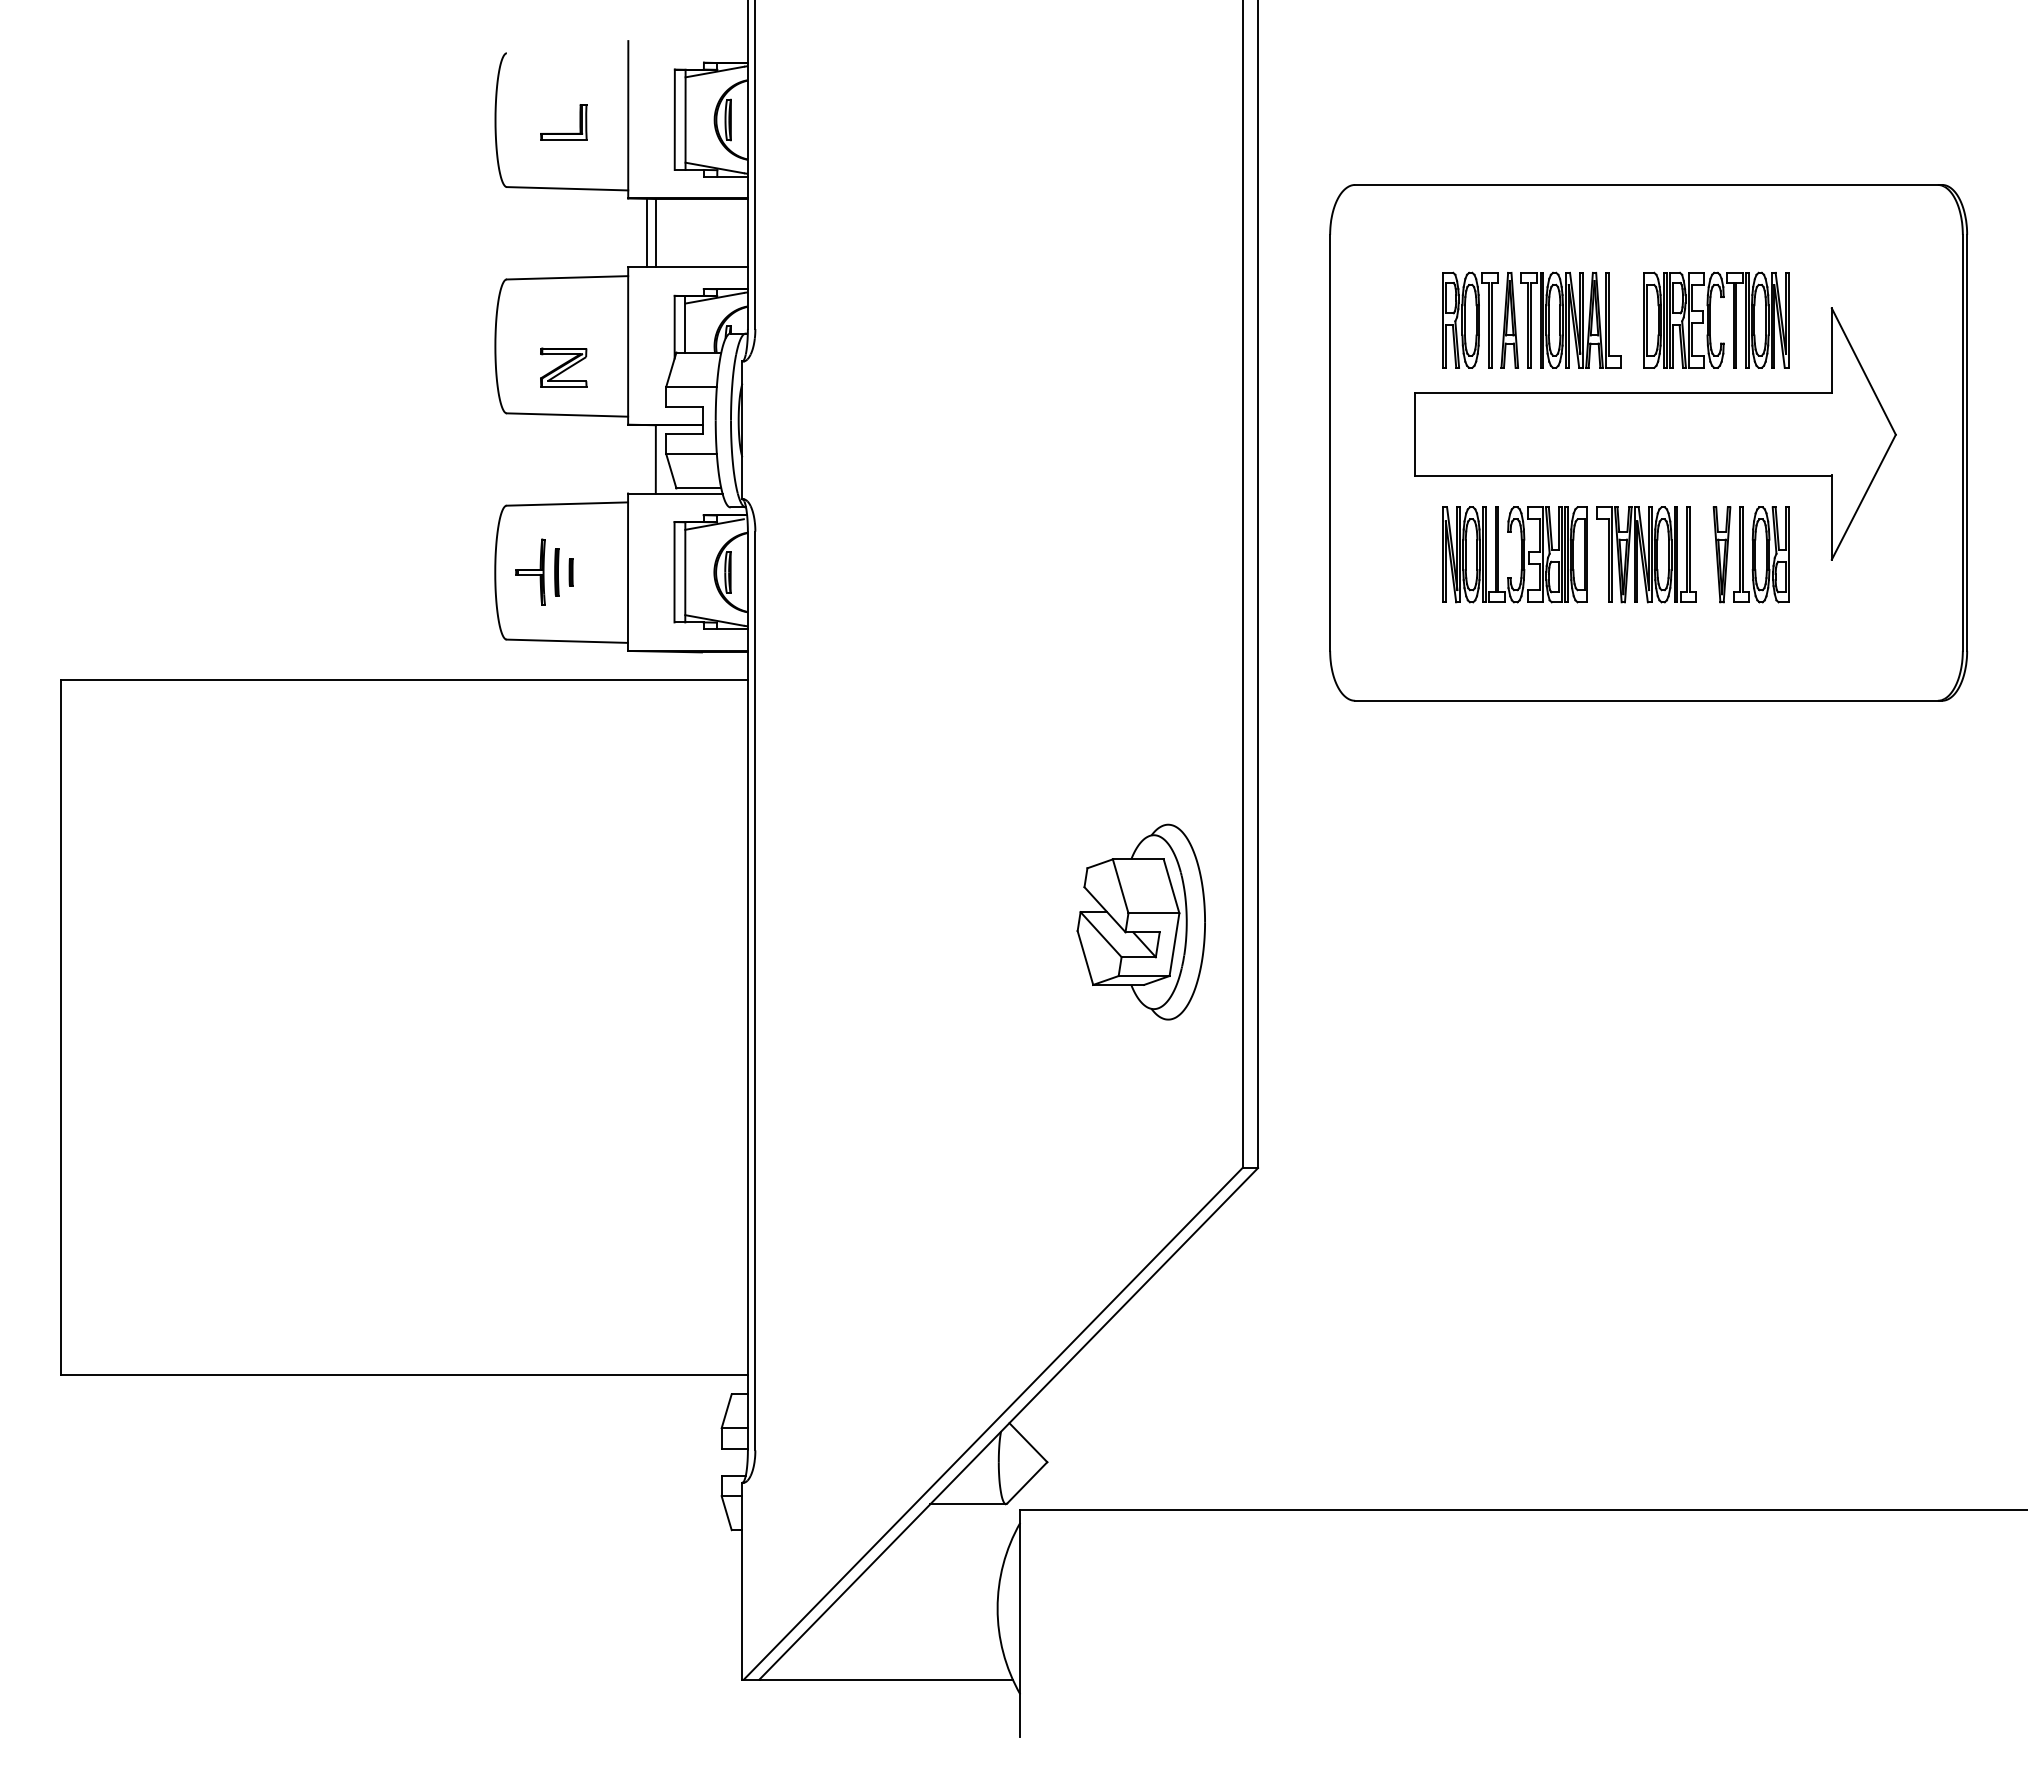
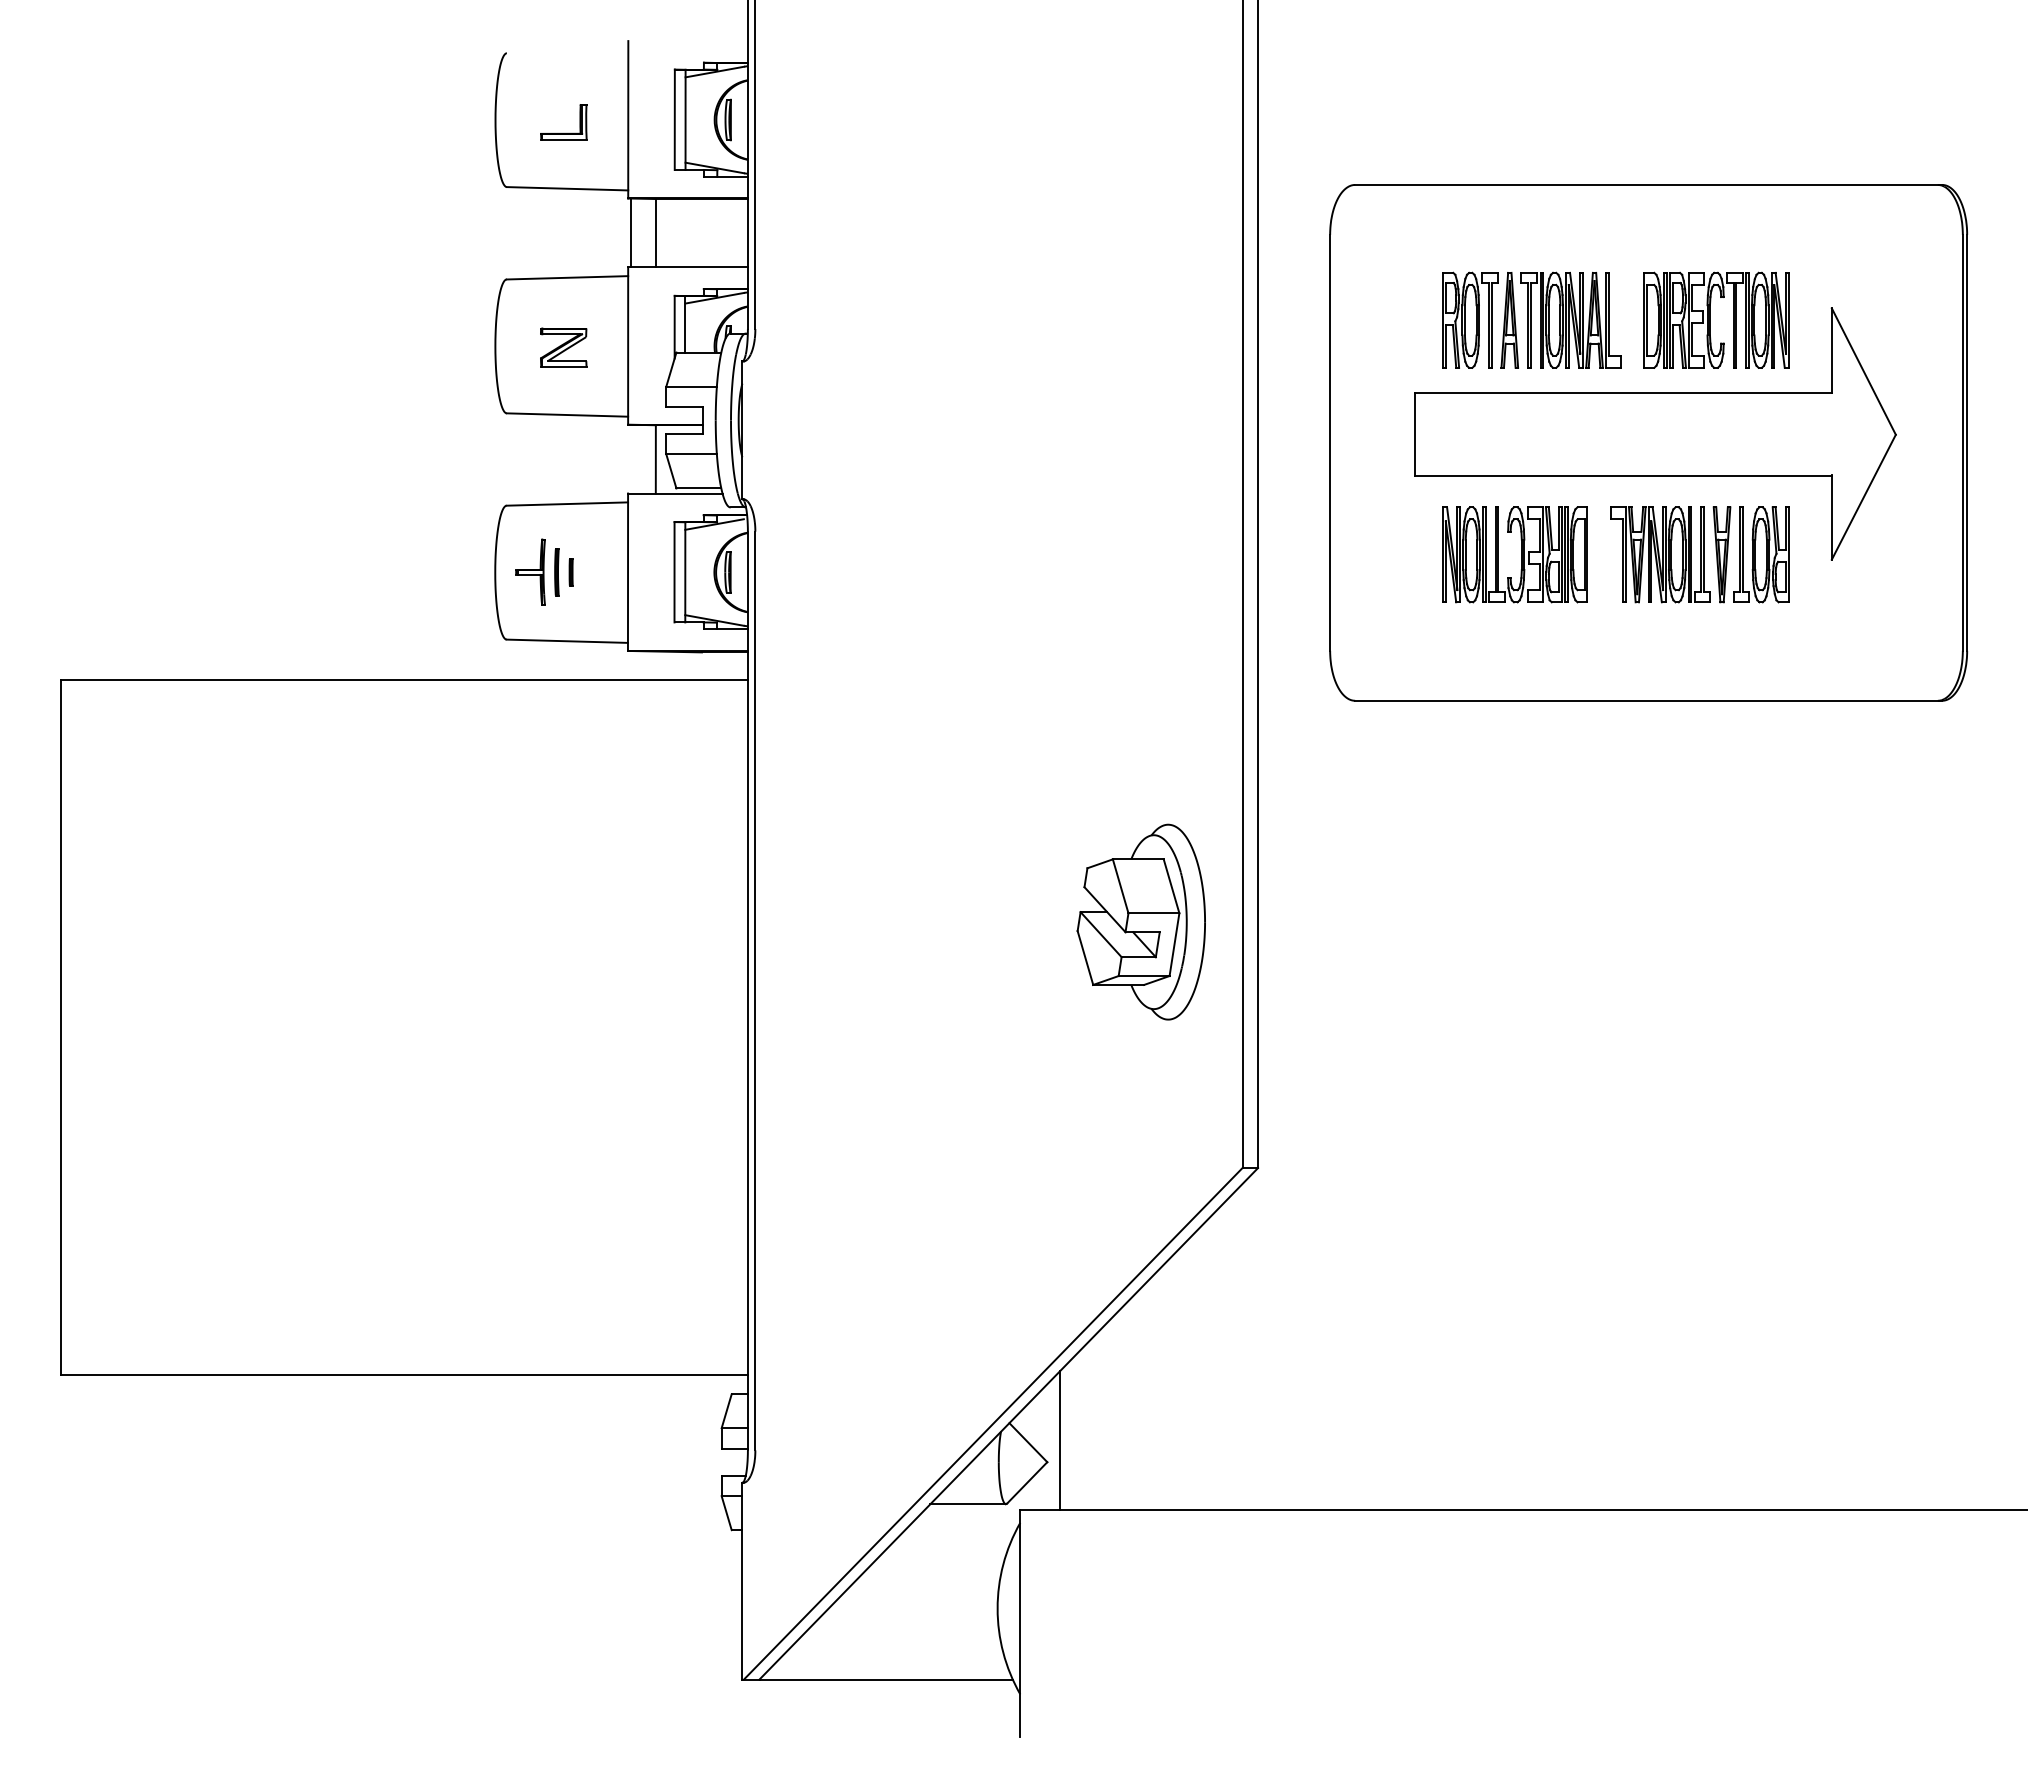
line at (646, 232) position: (646, 232) -> (630, 232)
part at (563, 367) position: (563, 367) -> (563, 347)
part at (1646, 554) position: (1646, 554) -> (1660, 554)
line at (1060, 1440): none -> present
